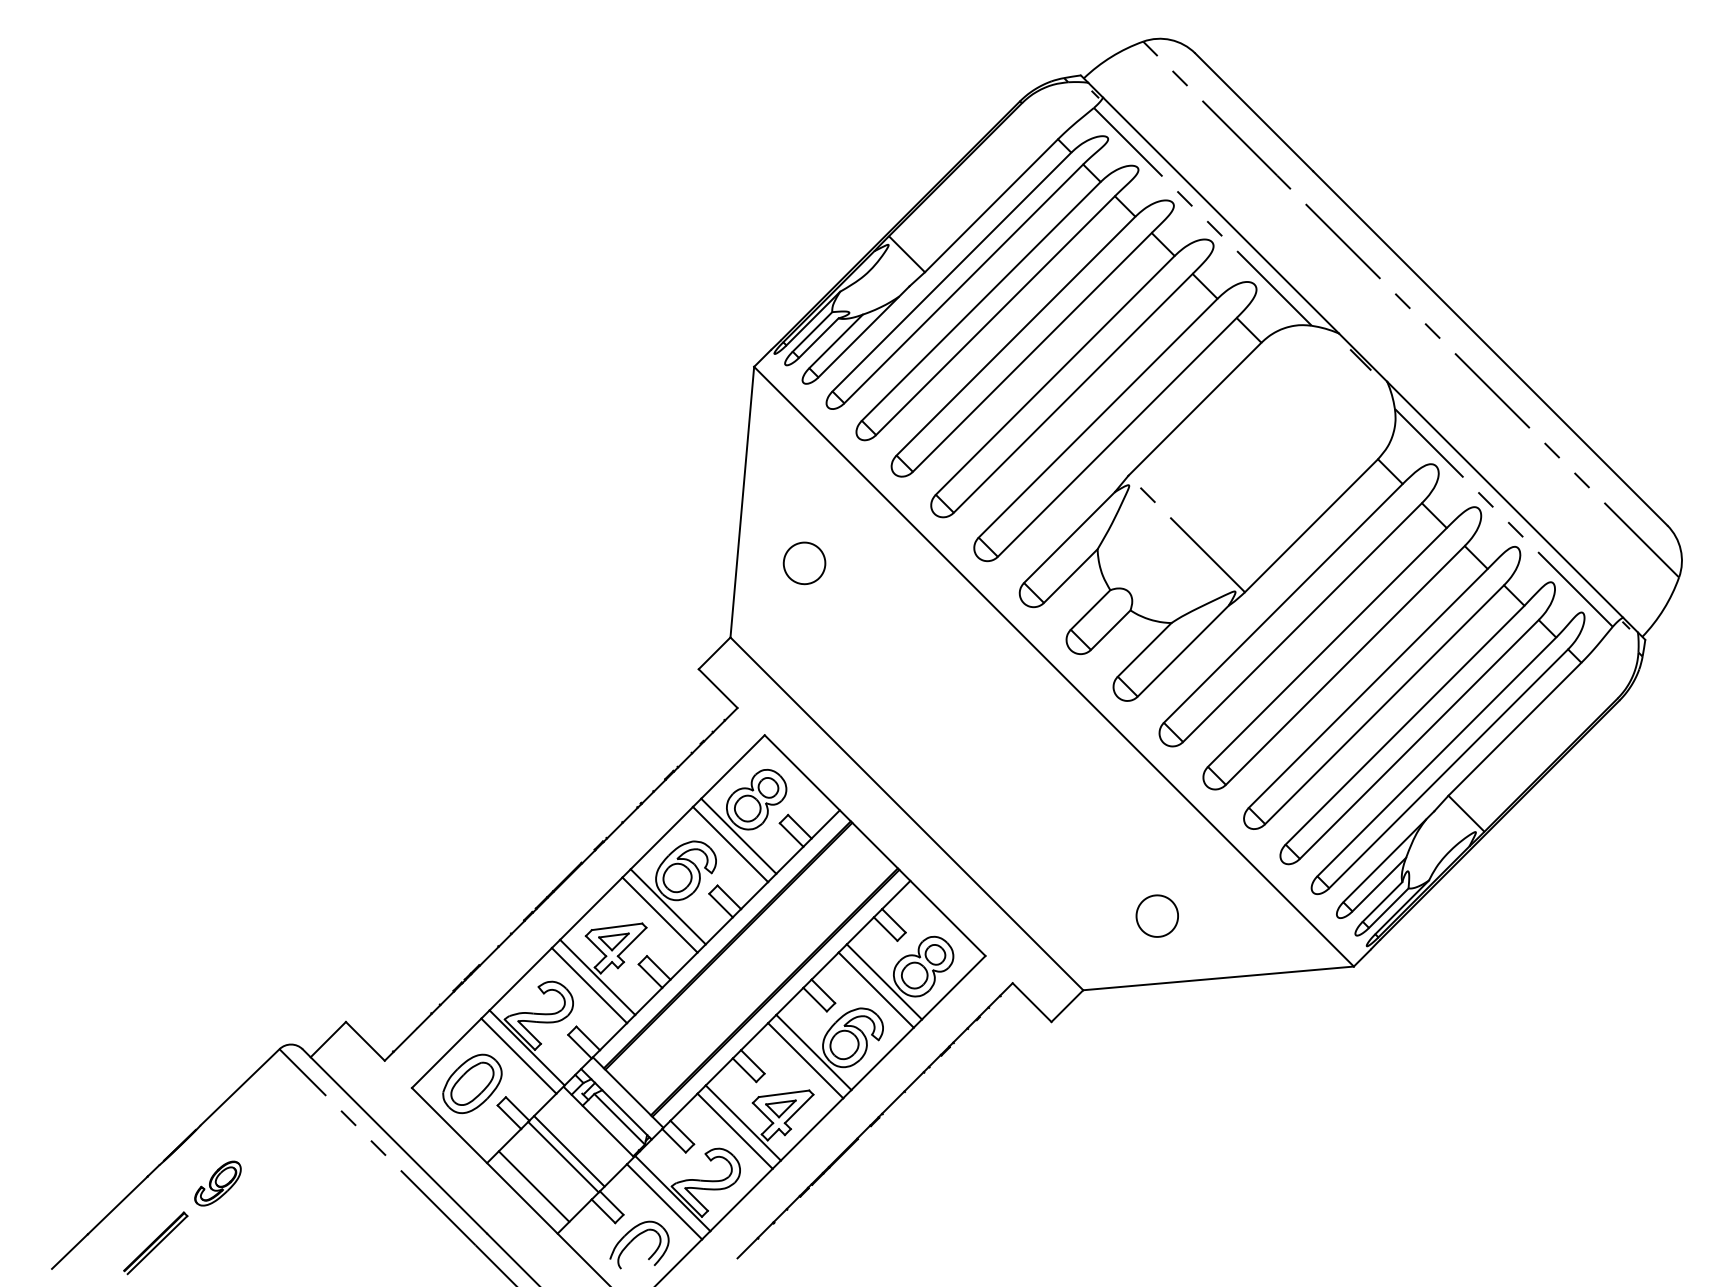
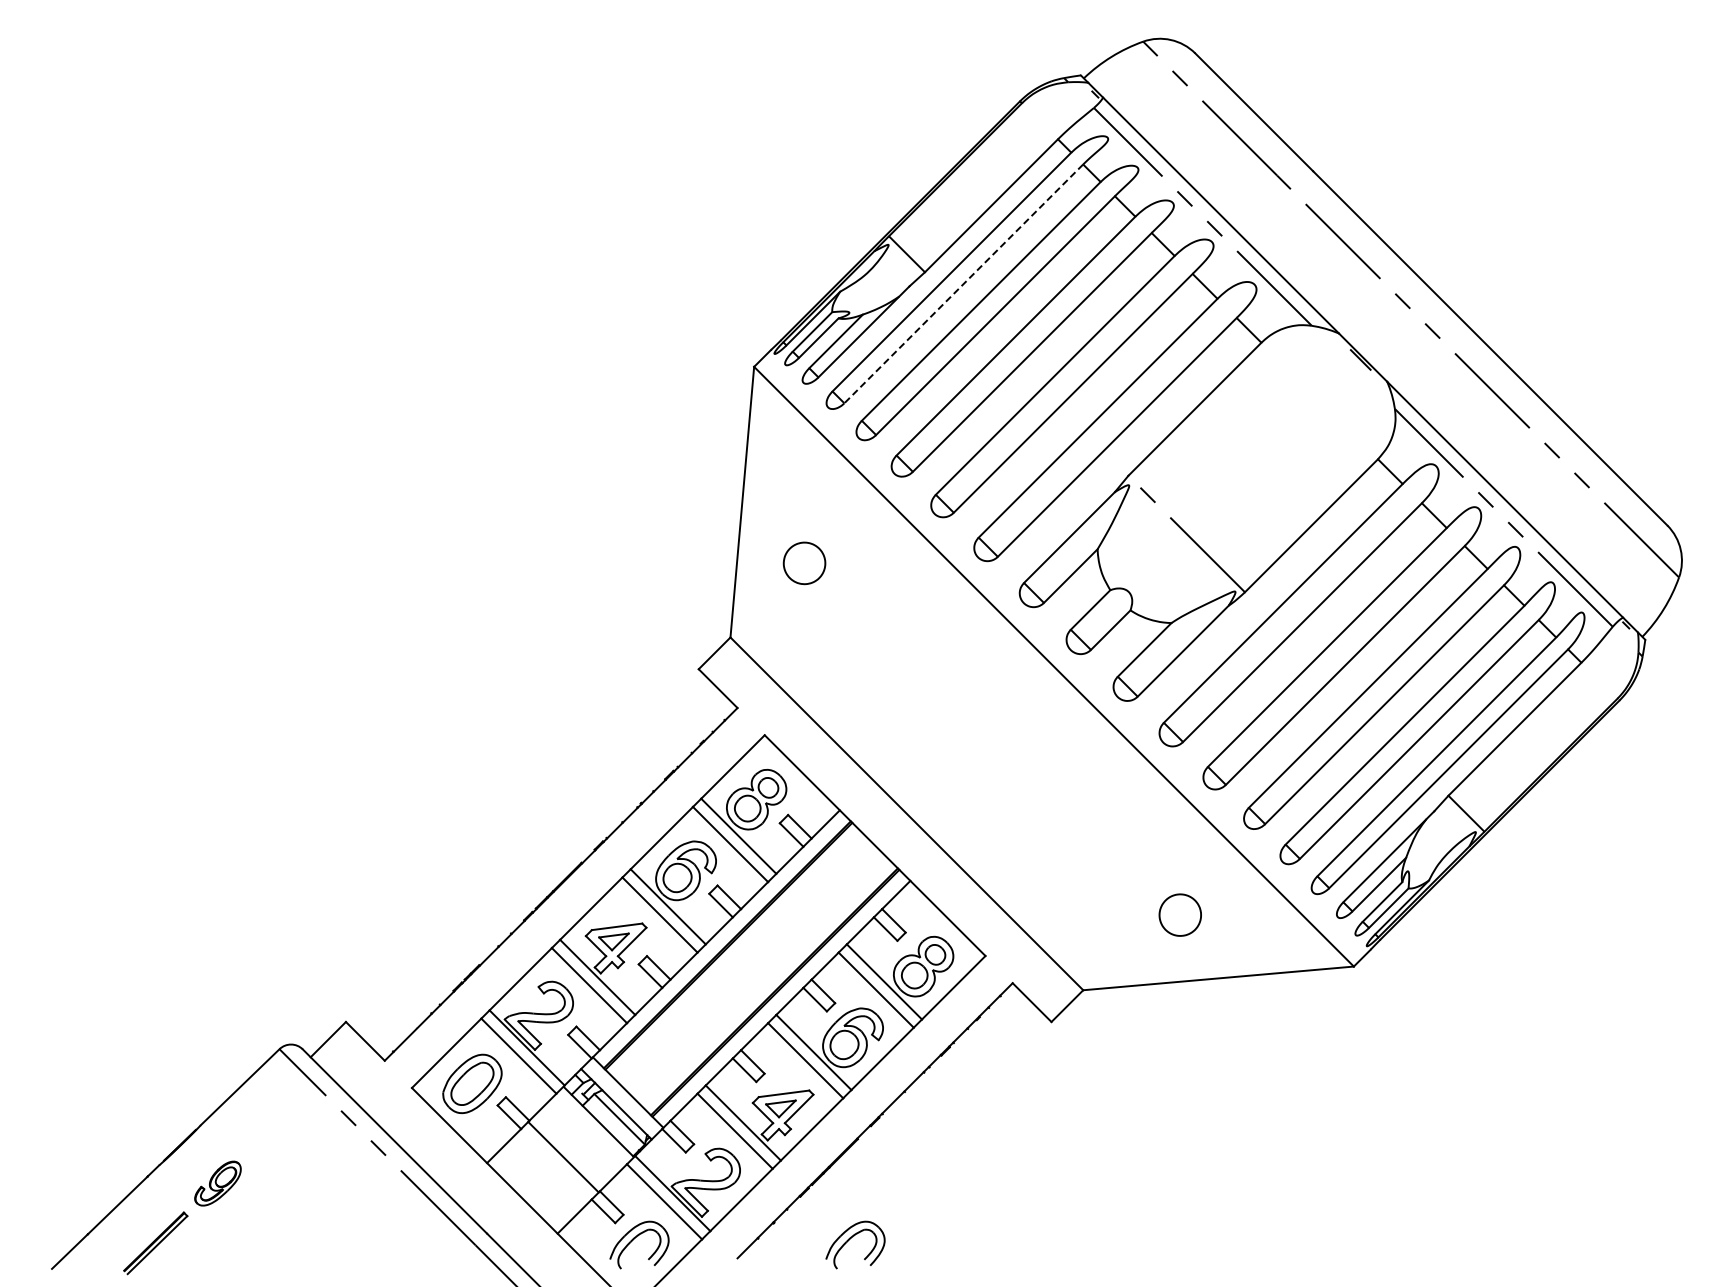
line at (963, 283): solid -> dashed
part at (1156, 915) position: (1156, 915) -> (1179, 914)
line at (569, 1151): present -> none
line at (533, 1186): present -> none
part at (850, 1239): none -> present
